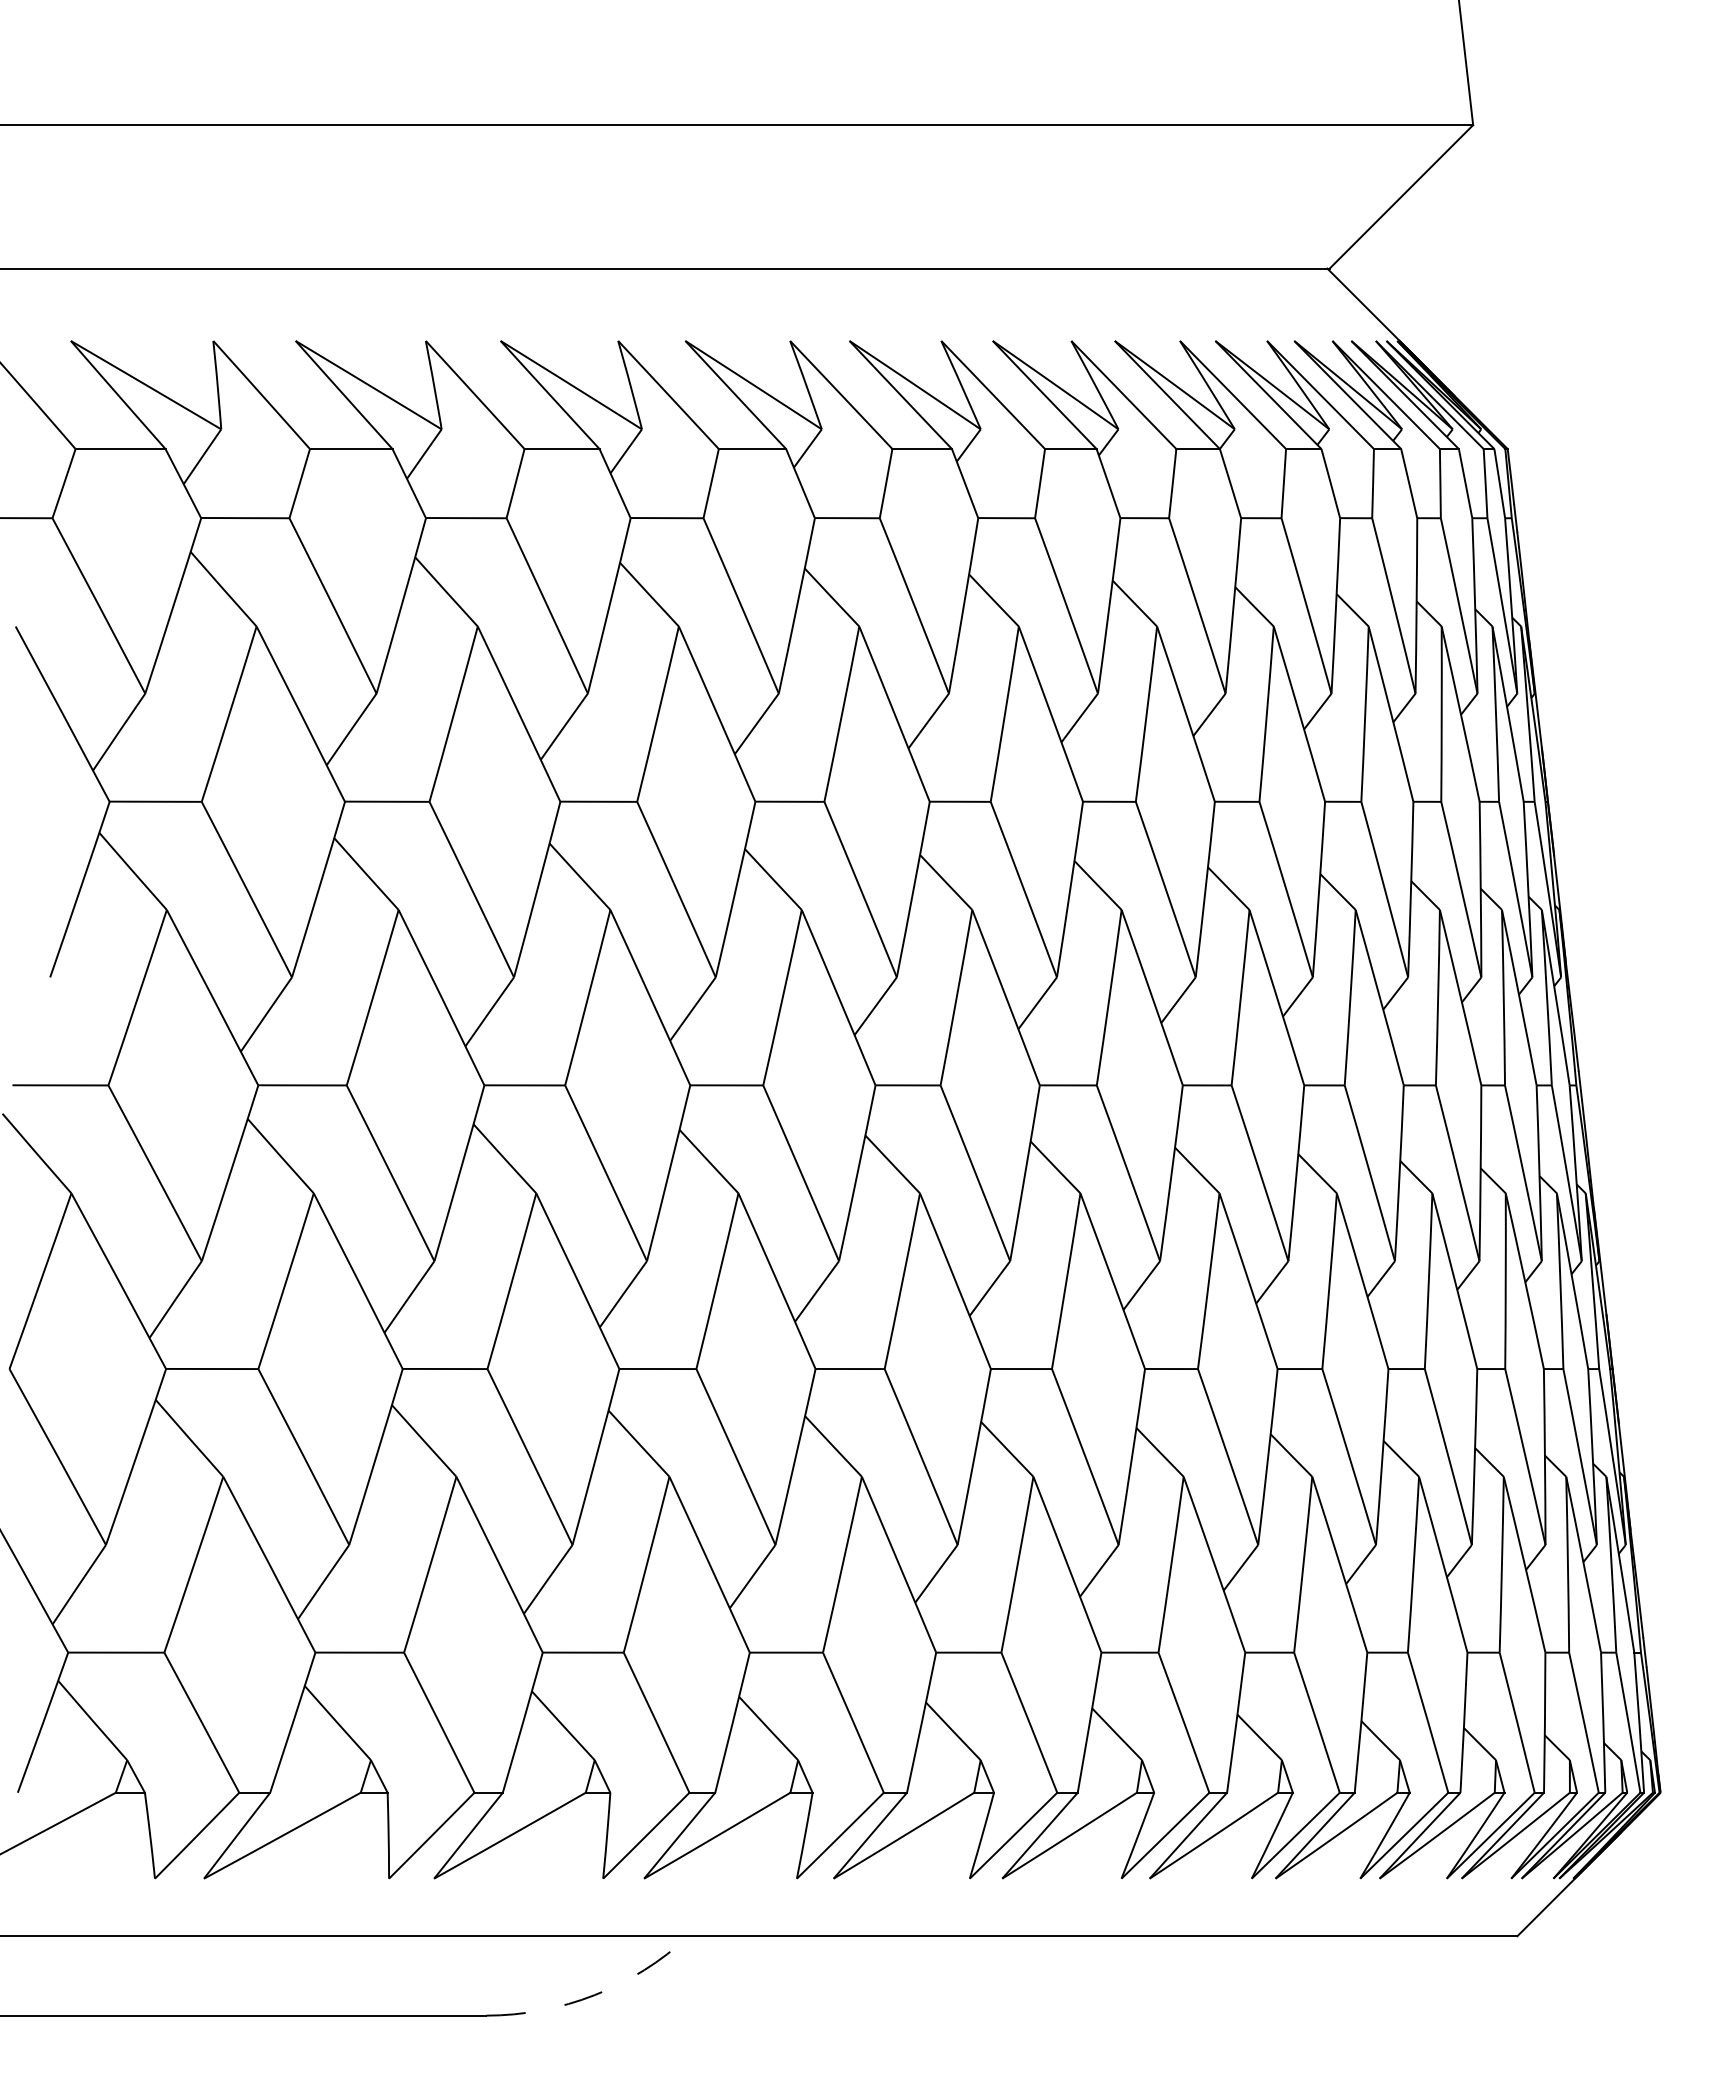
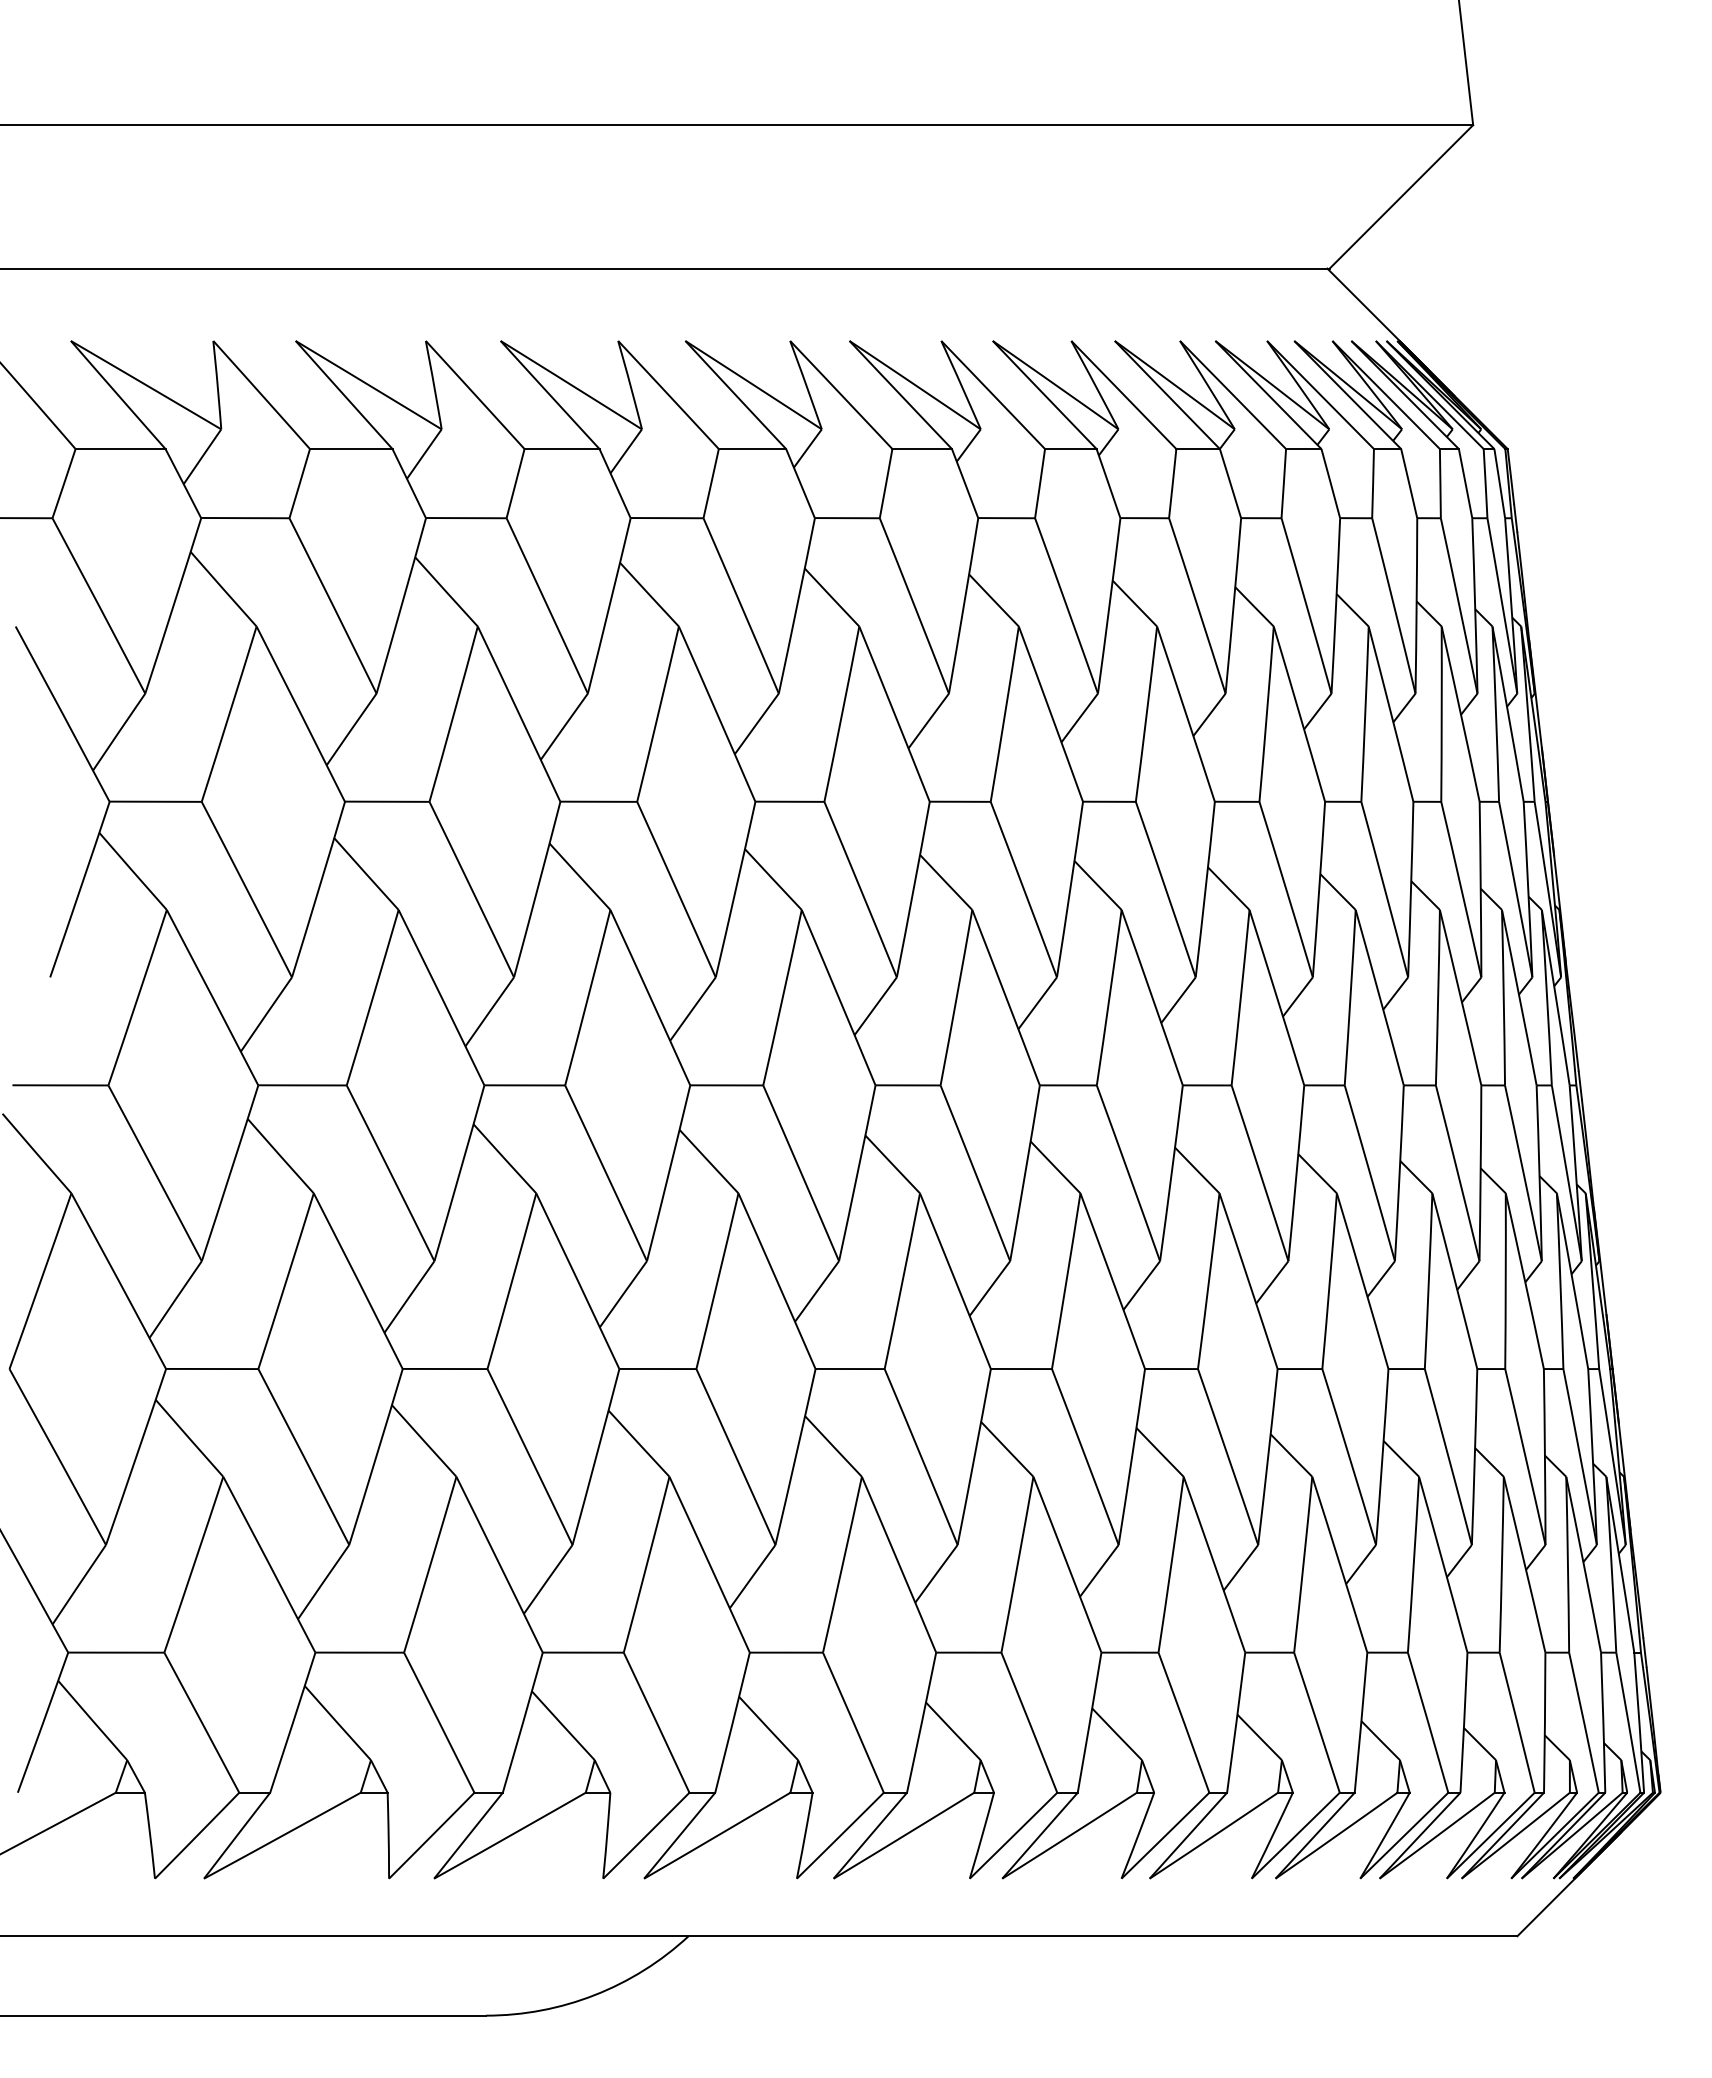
arc at (594, 1995): dashed -> solid
